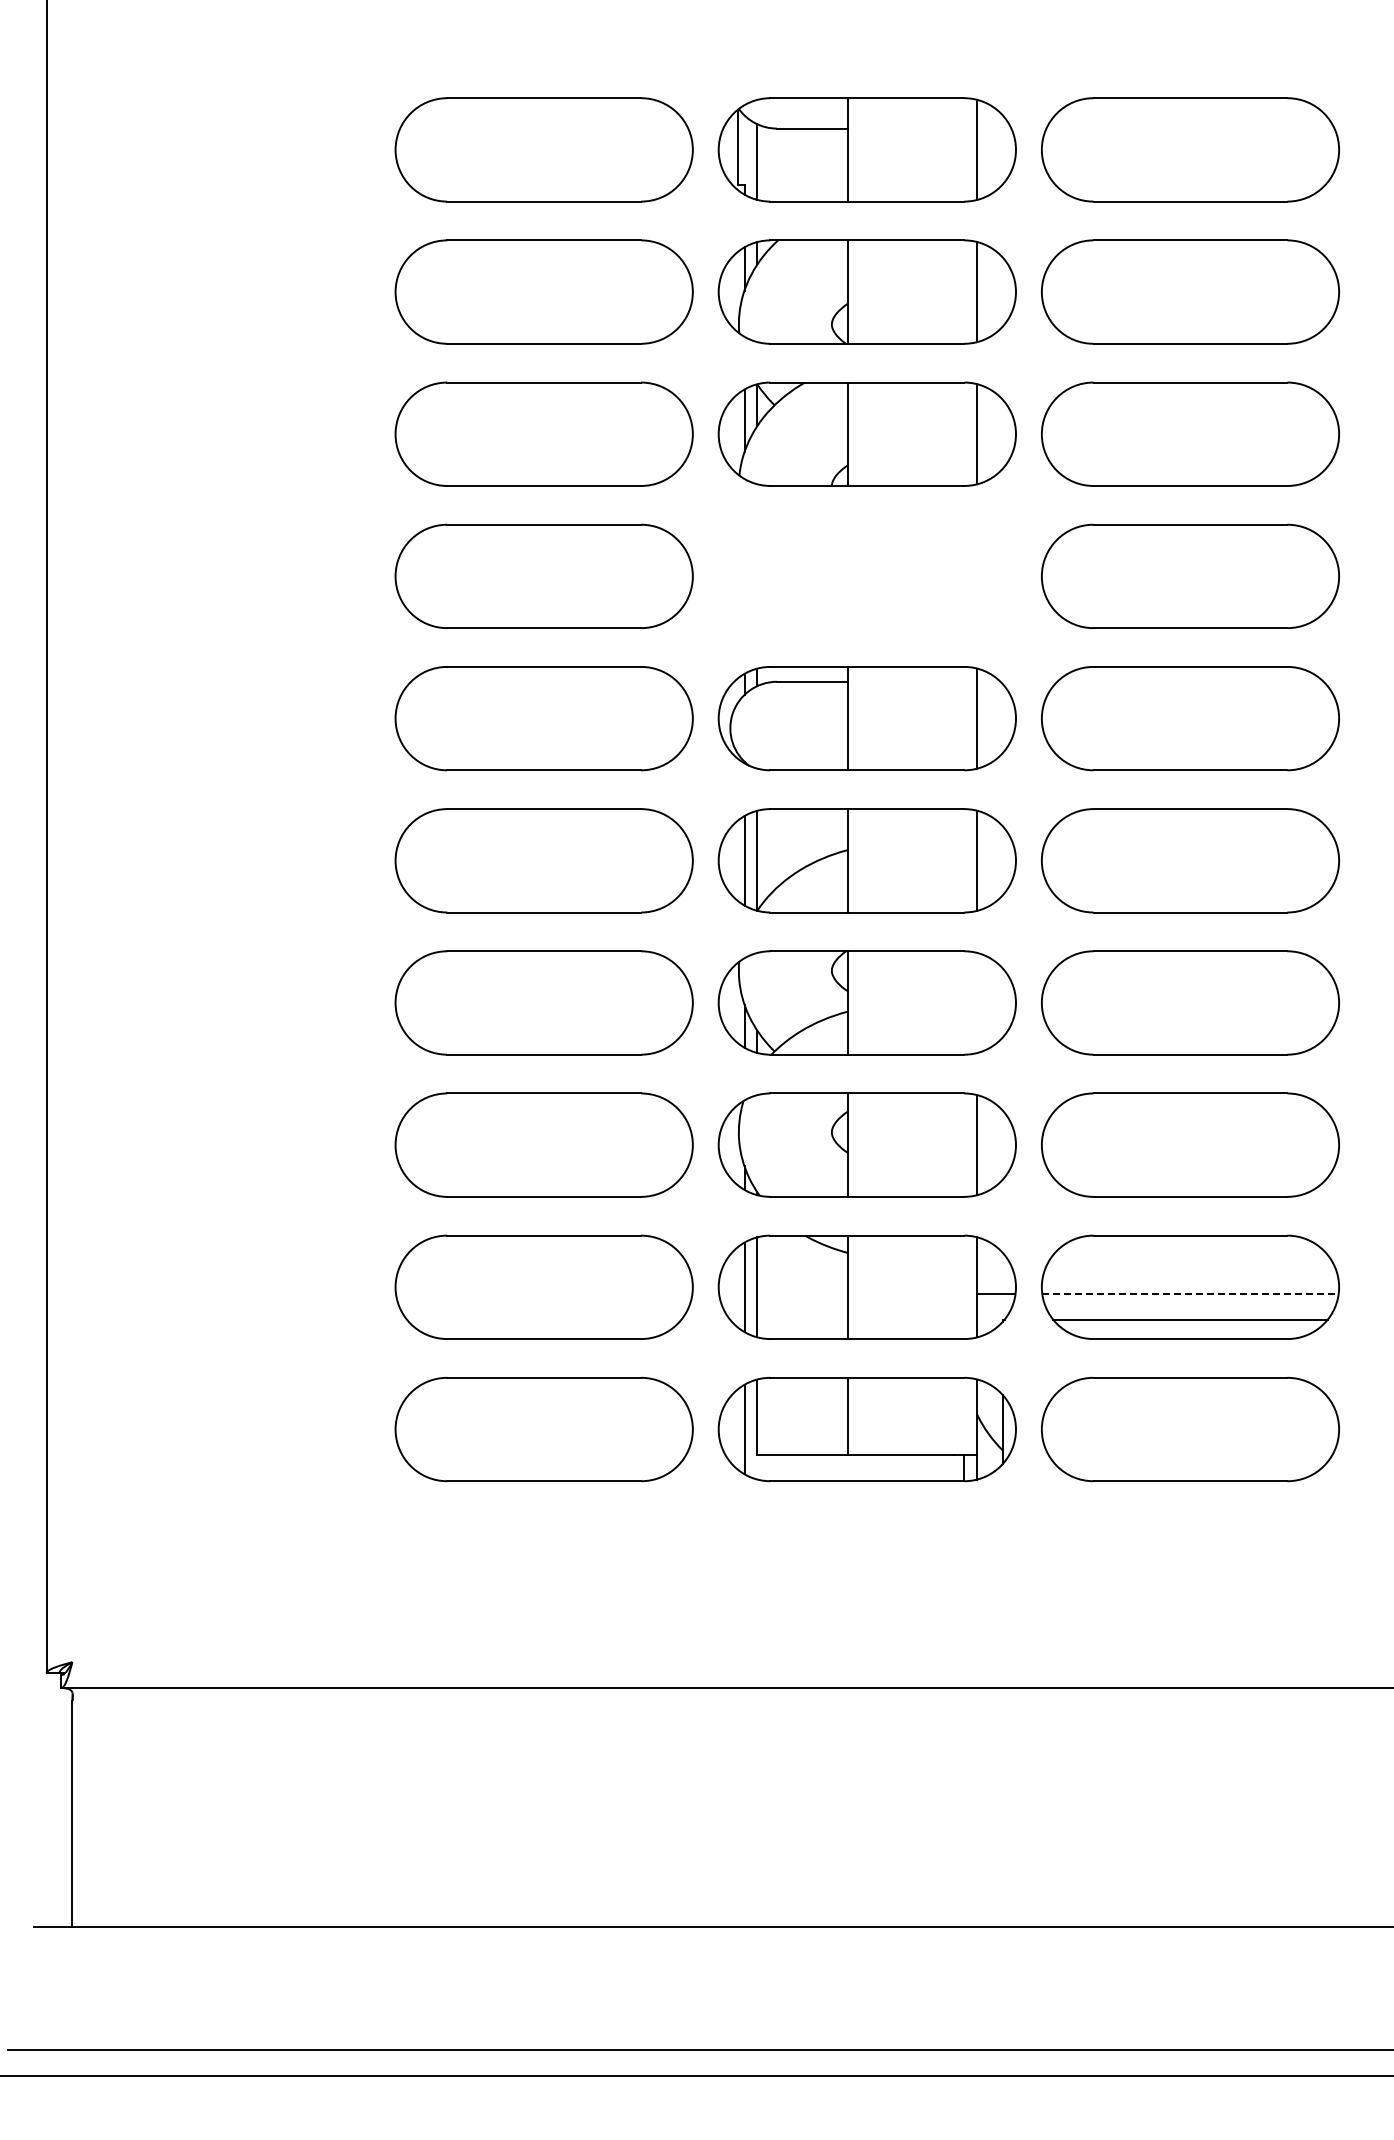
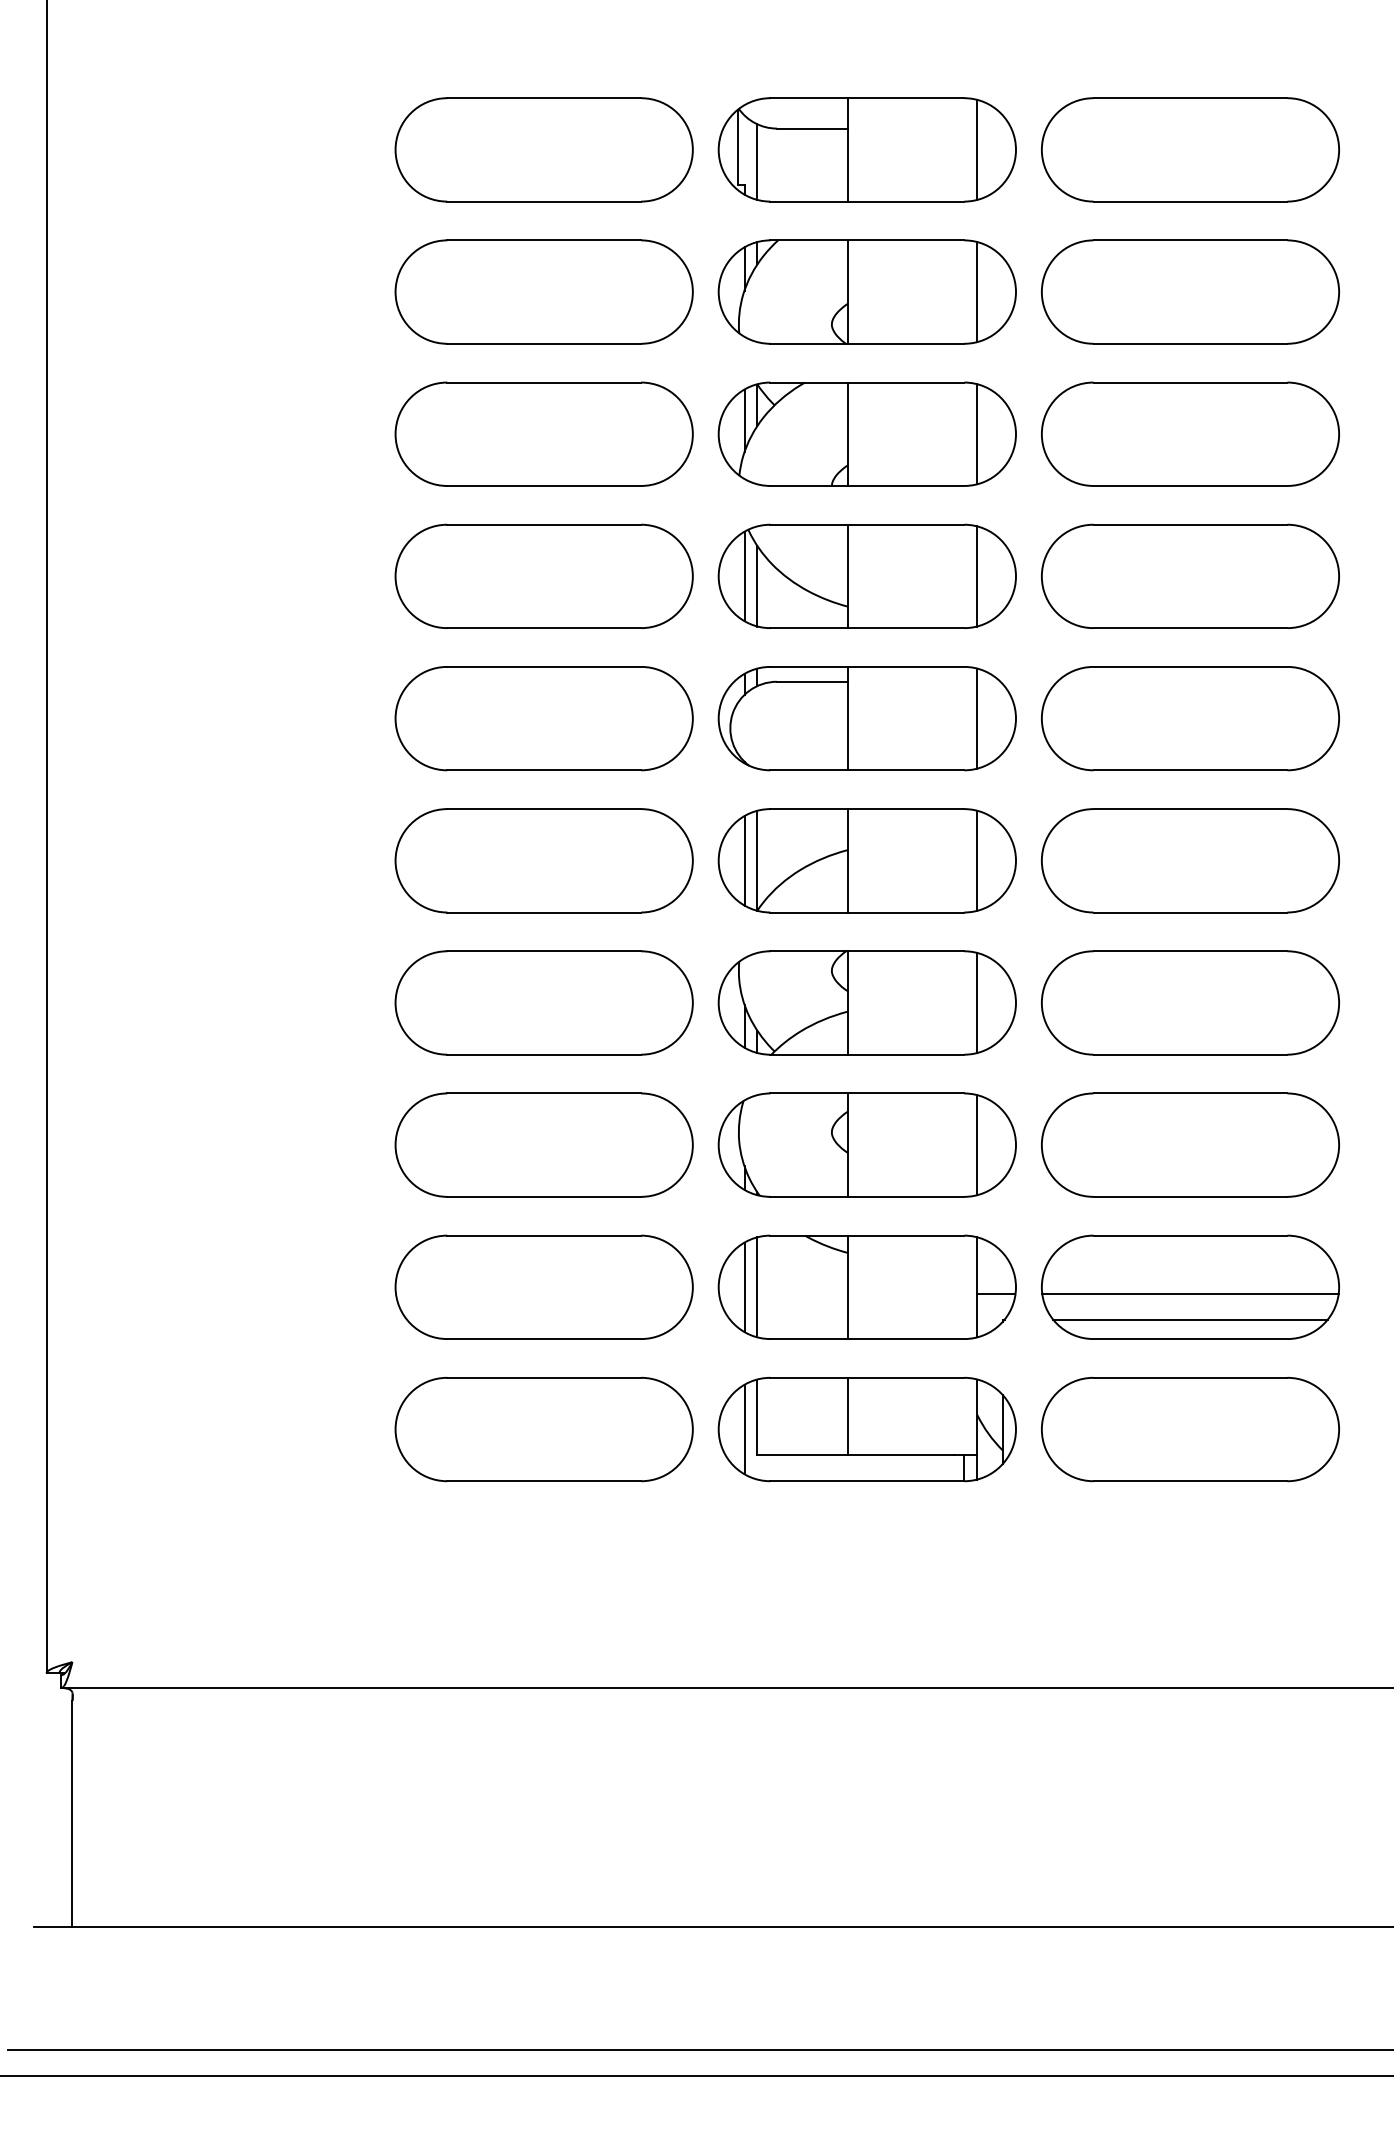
part at (866, 575): none -> present
line at (977, 1002): none -> present
line at (1190, 1293): dashed -> solid
